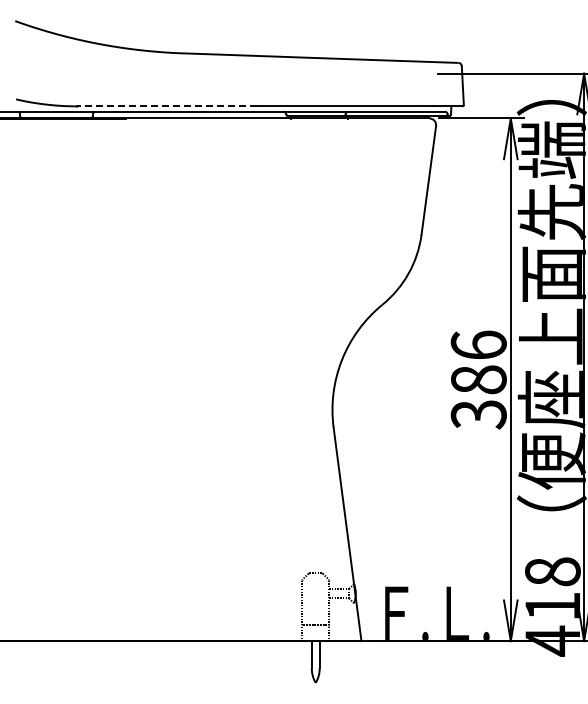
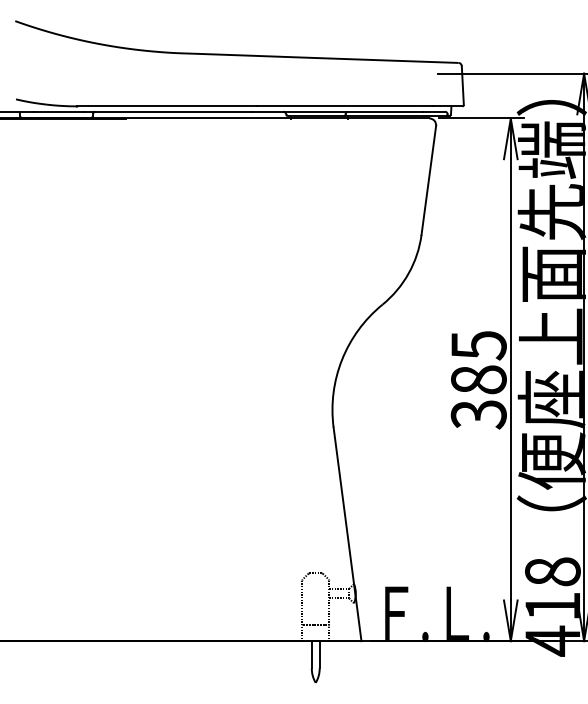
line at (166, 106): dashed -> solid
text at (478, 345): 386 -> 385
